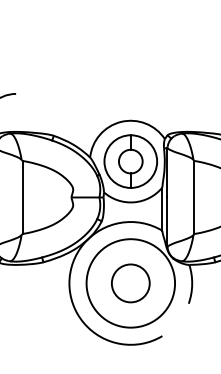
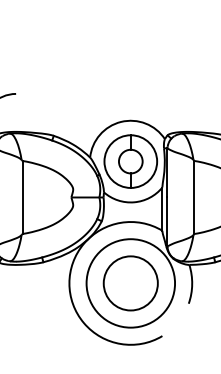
circle at (130, 283) diameter: 38 px -> 54 px
